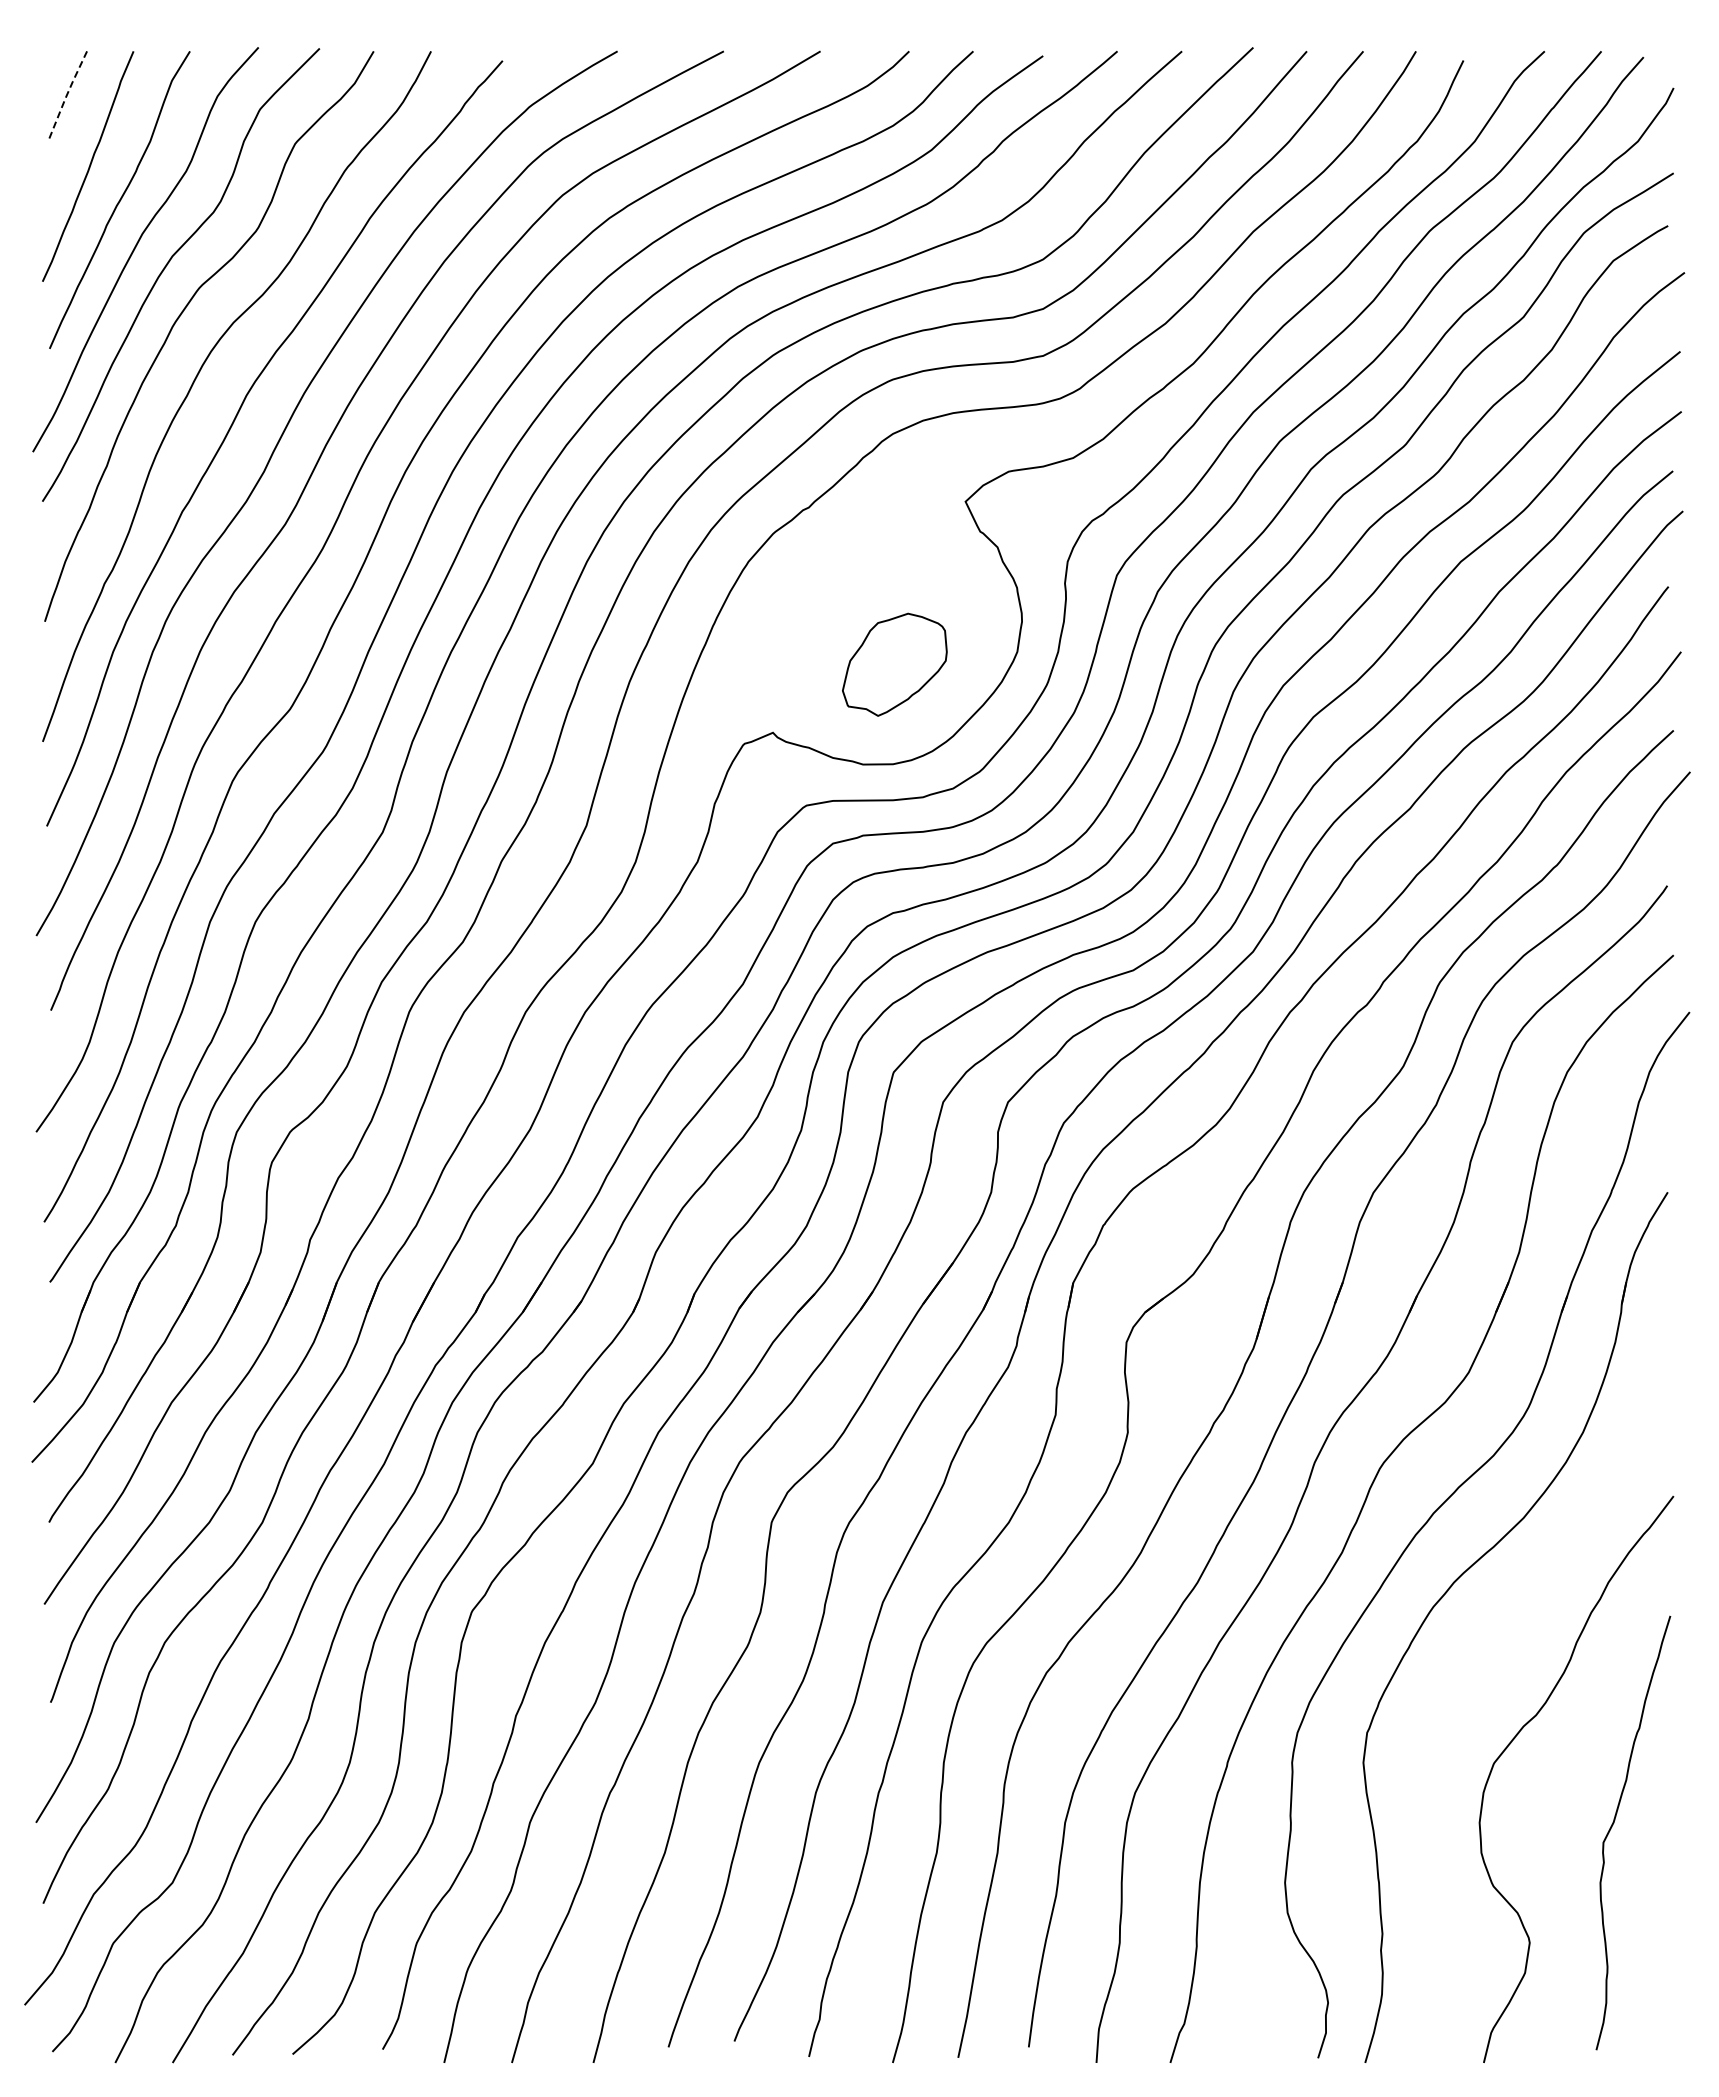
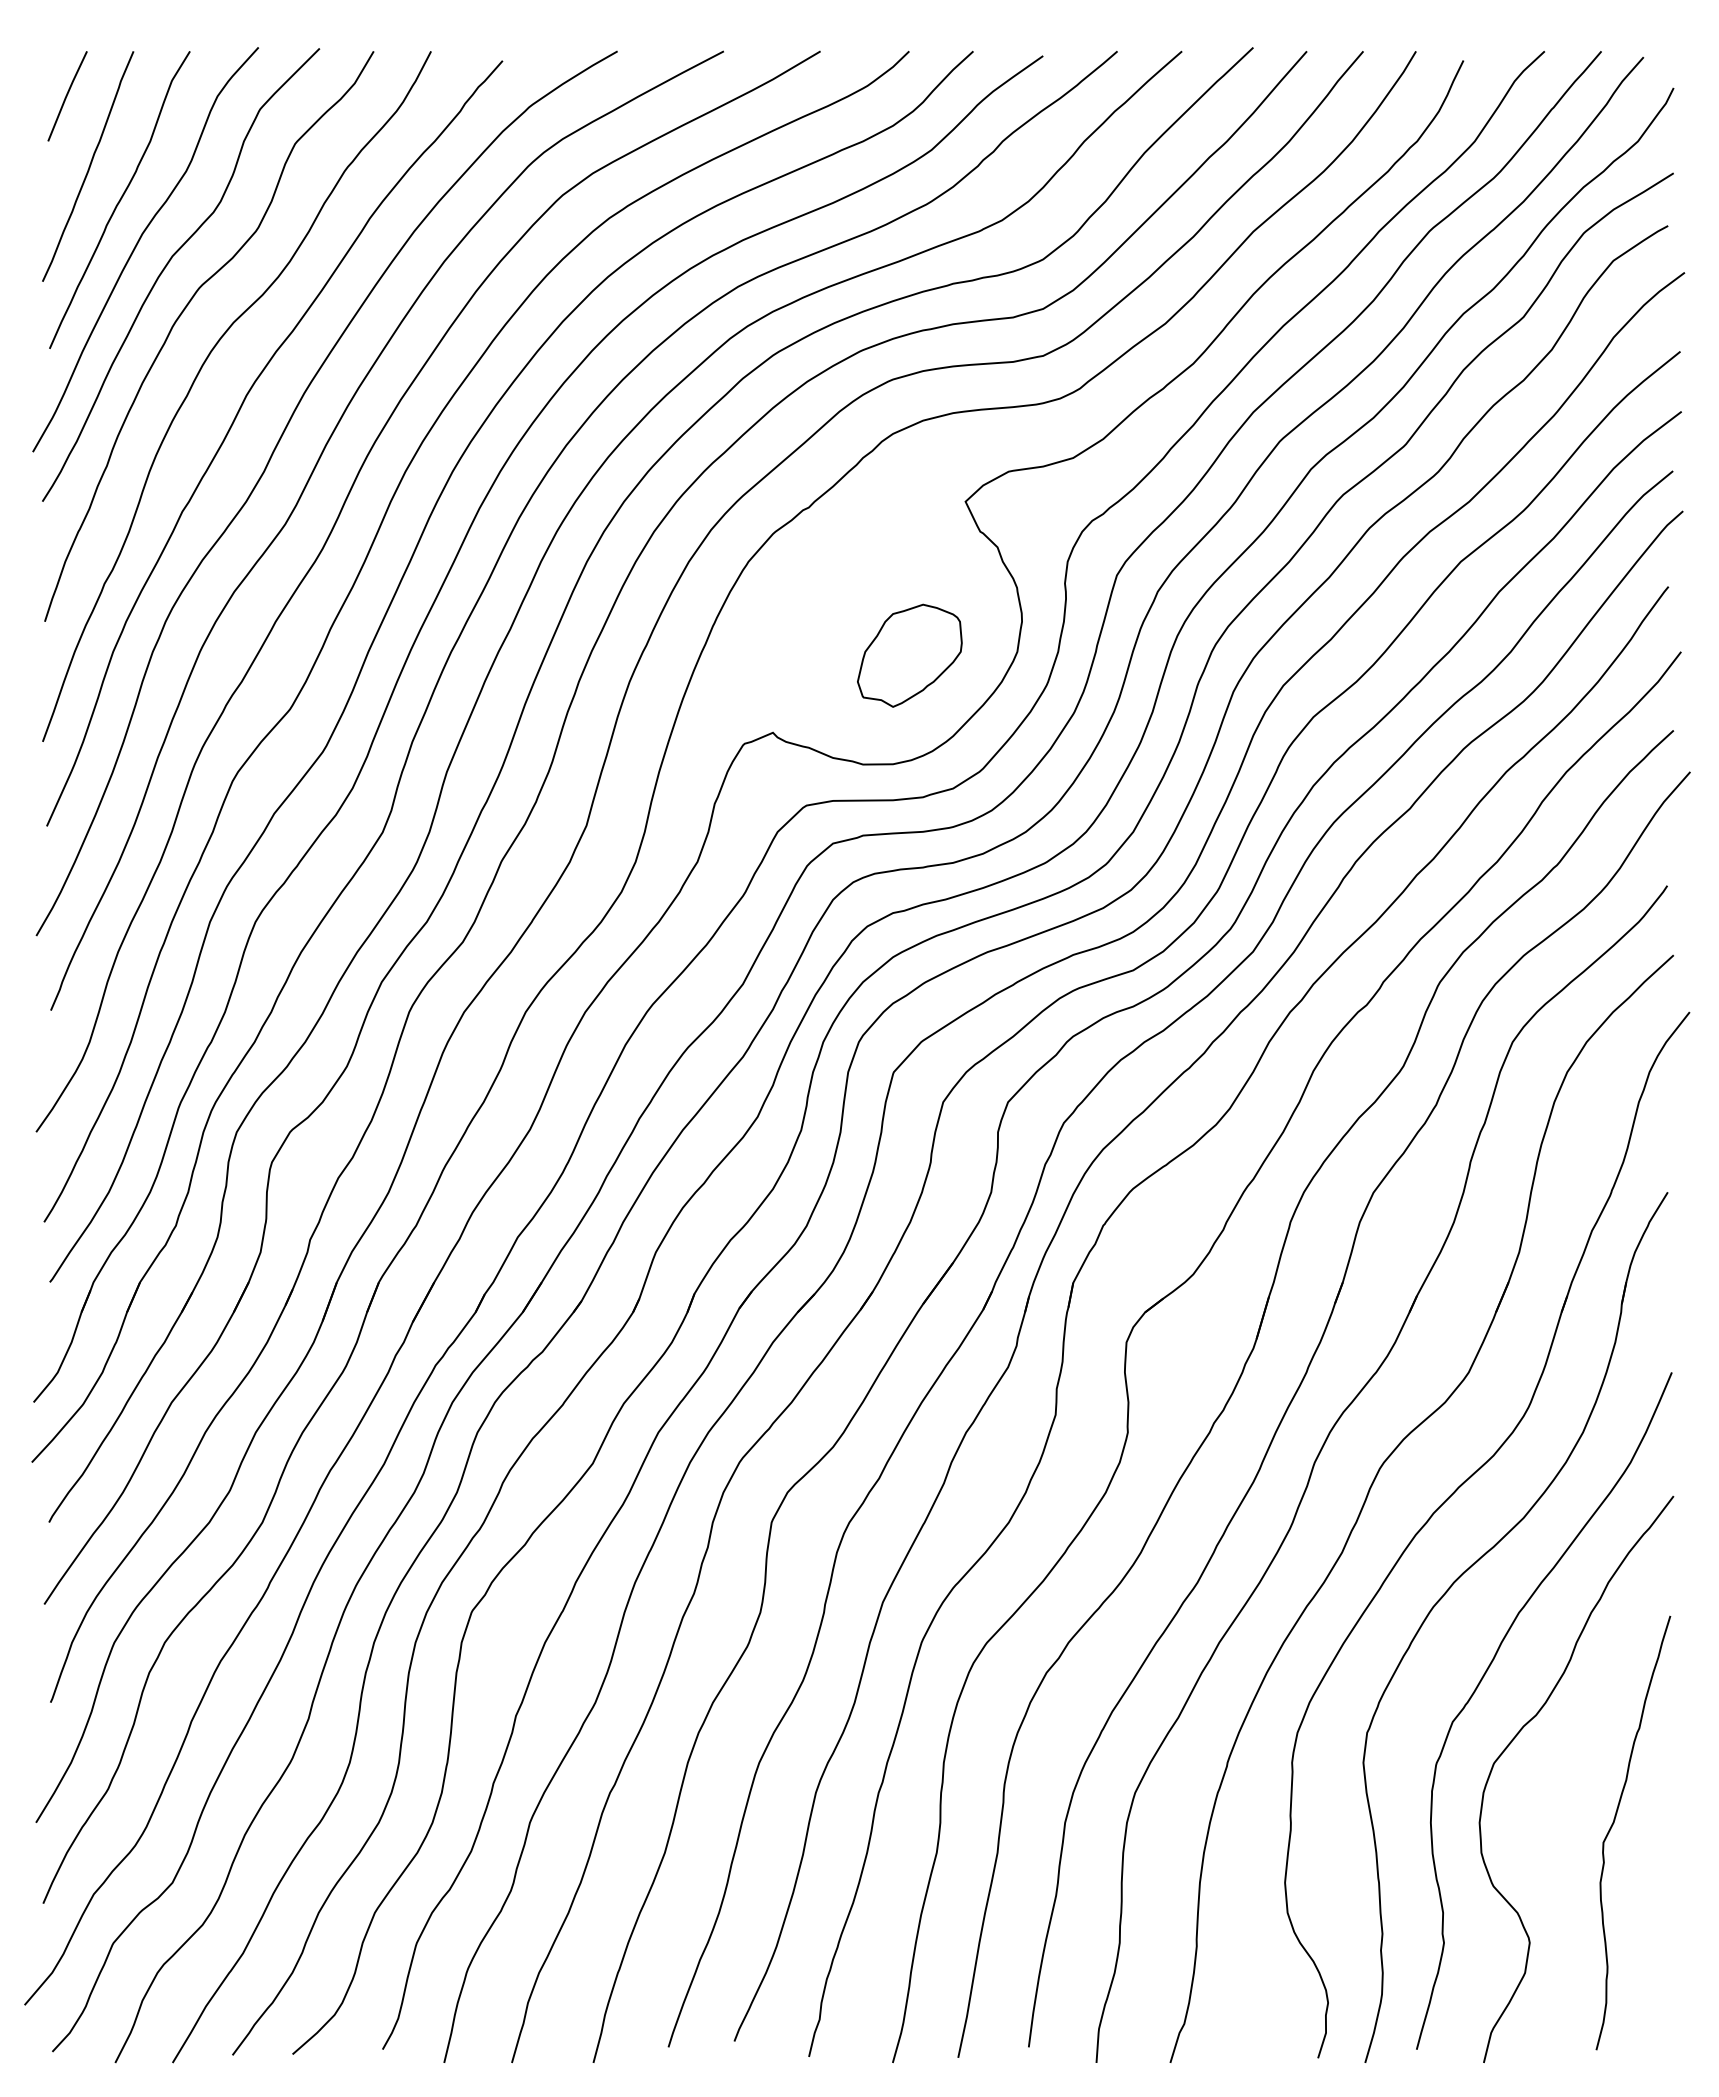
line at (66, 95): dashed -> solid
part at (894, 664) position: (894, 664) -> (909, 655)
curve at (1486, 1673): none -> present
